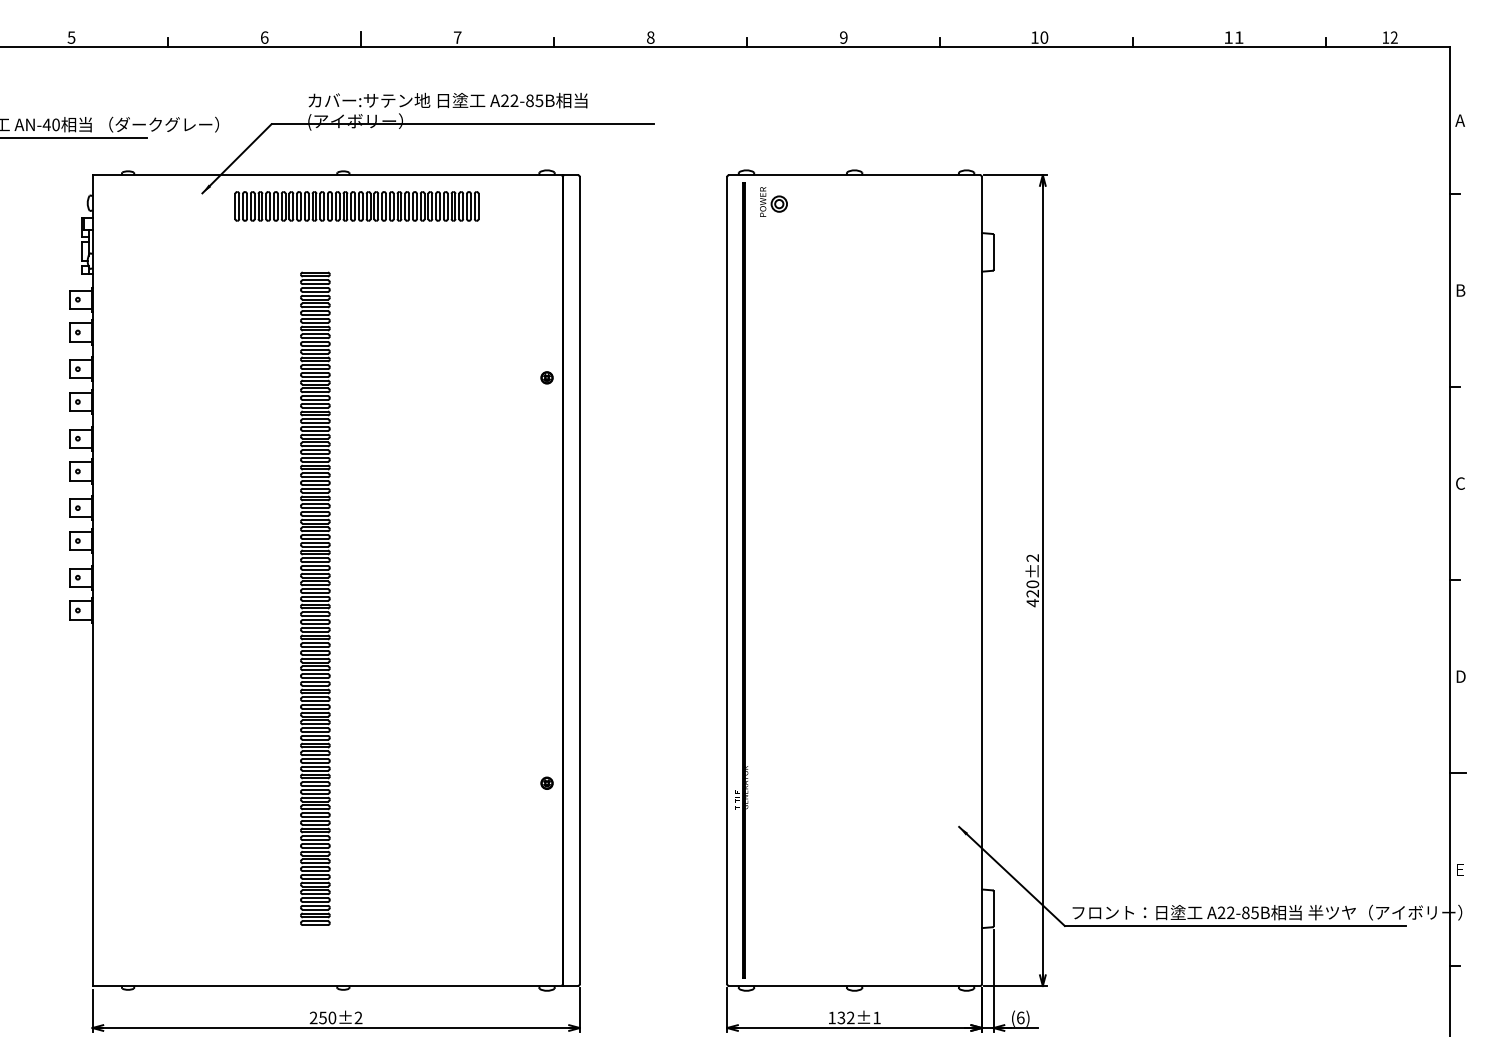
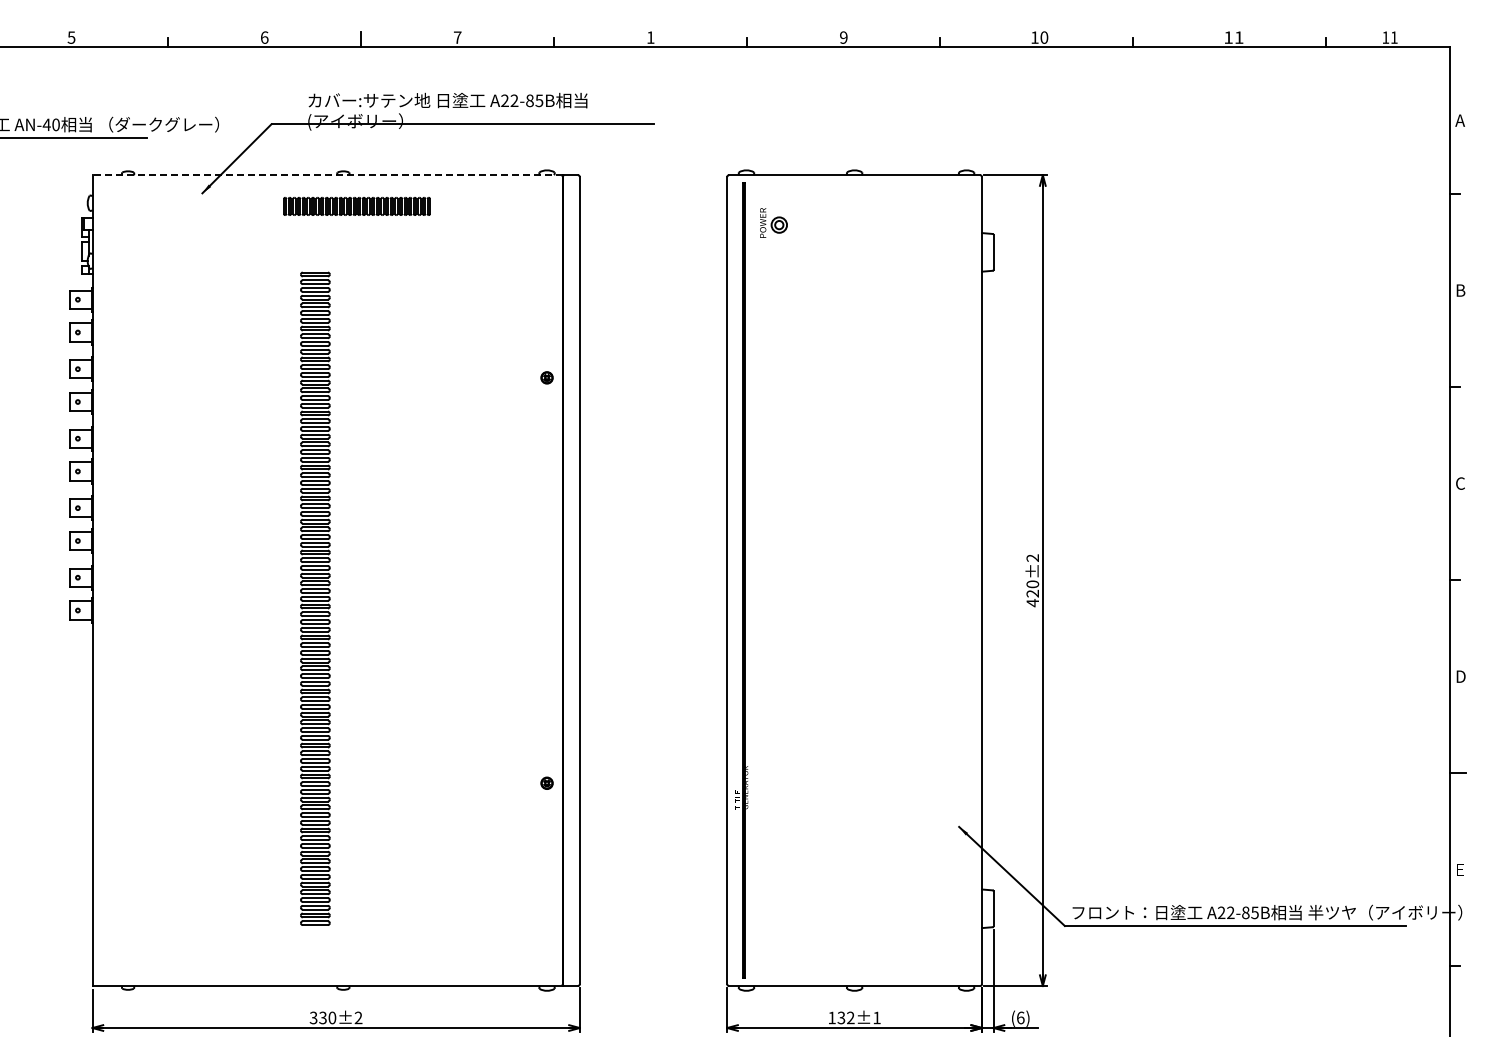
text at (650, 37): 8 -> 1
text at (1393, 37): 12 -> 11
line at (327, 175): solid -> dashed
part at (773, 201) position: (773, 201) -> (773, 222)
part at (356, 206) size: 246x31 px -> 148x19 px
text at (317, 1017): 250±2 -> 330±2
